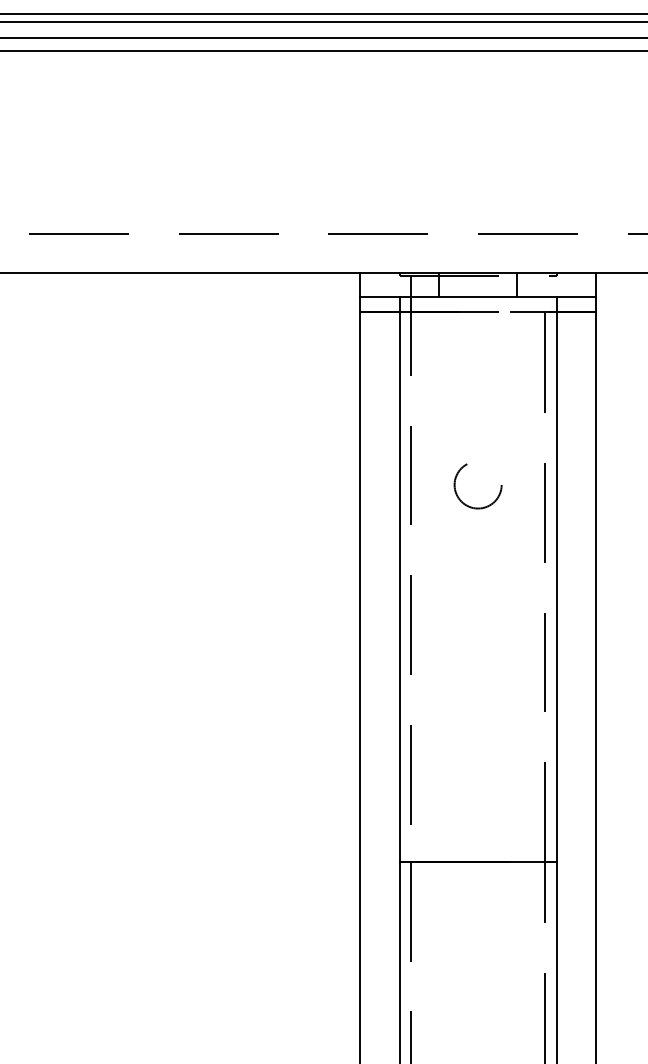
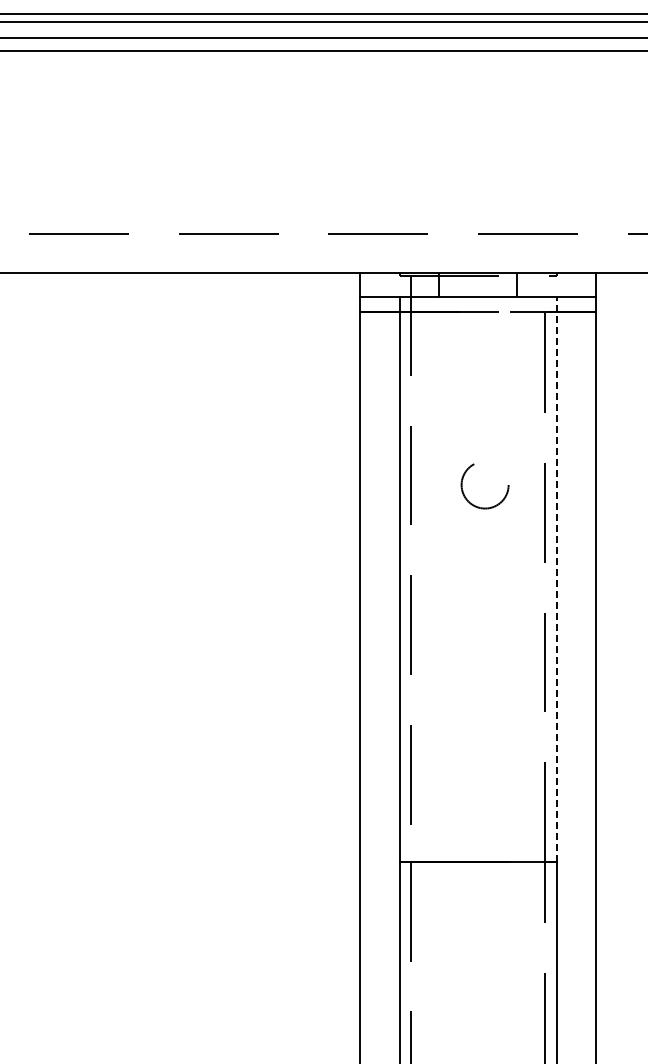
circle at (477, 486) position: (477, 486) -> (484, 486)
line at (556, 579): solid -> dashed
